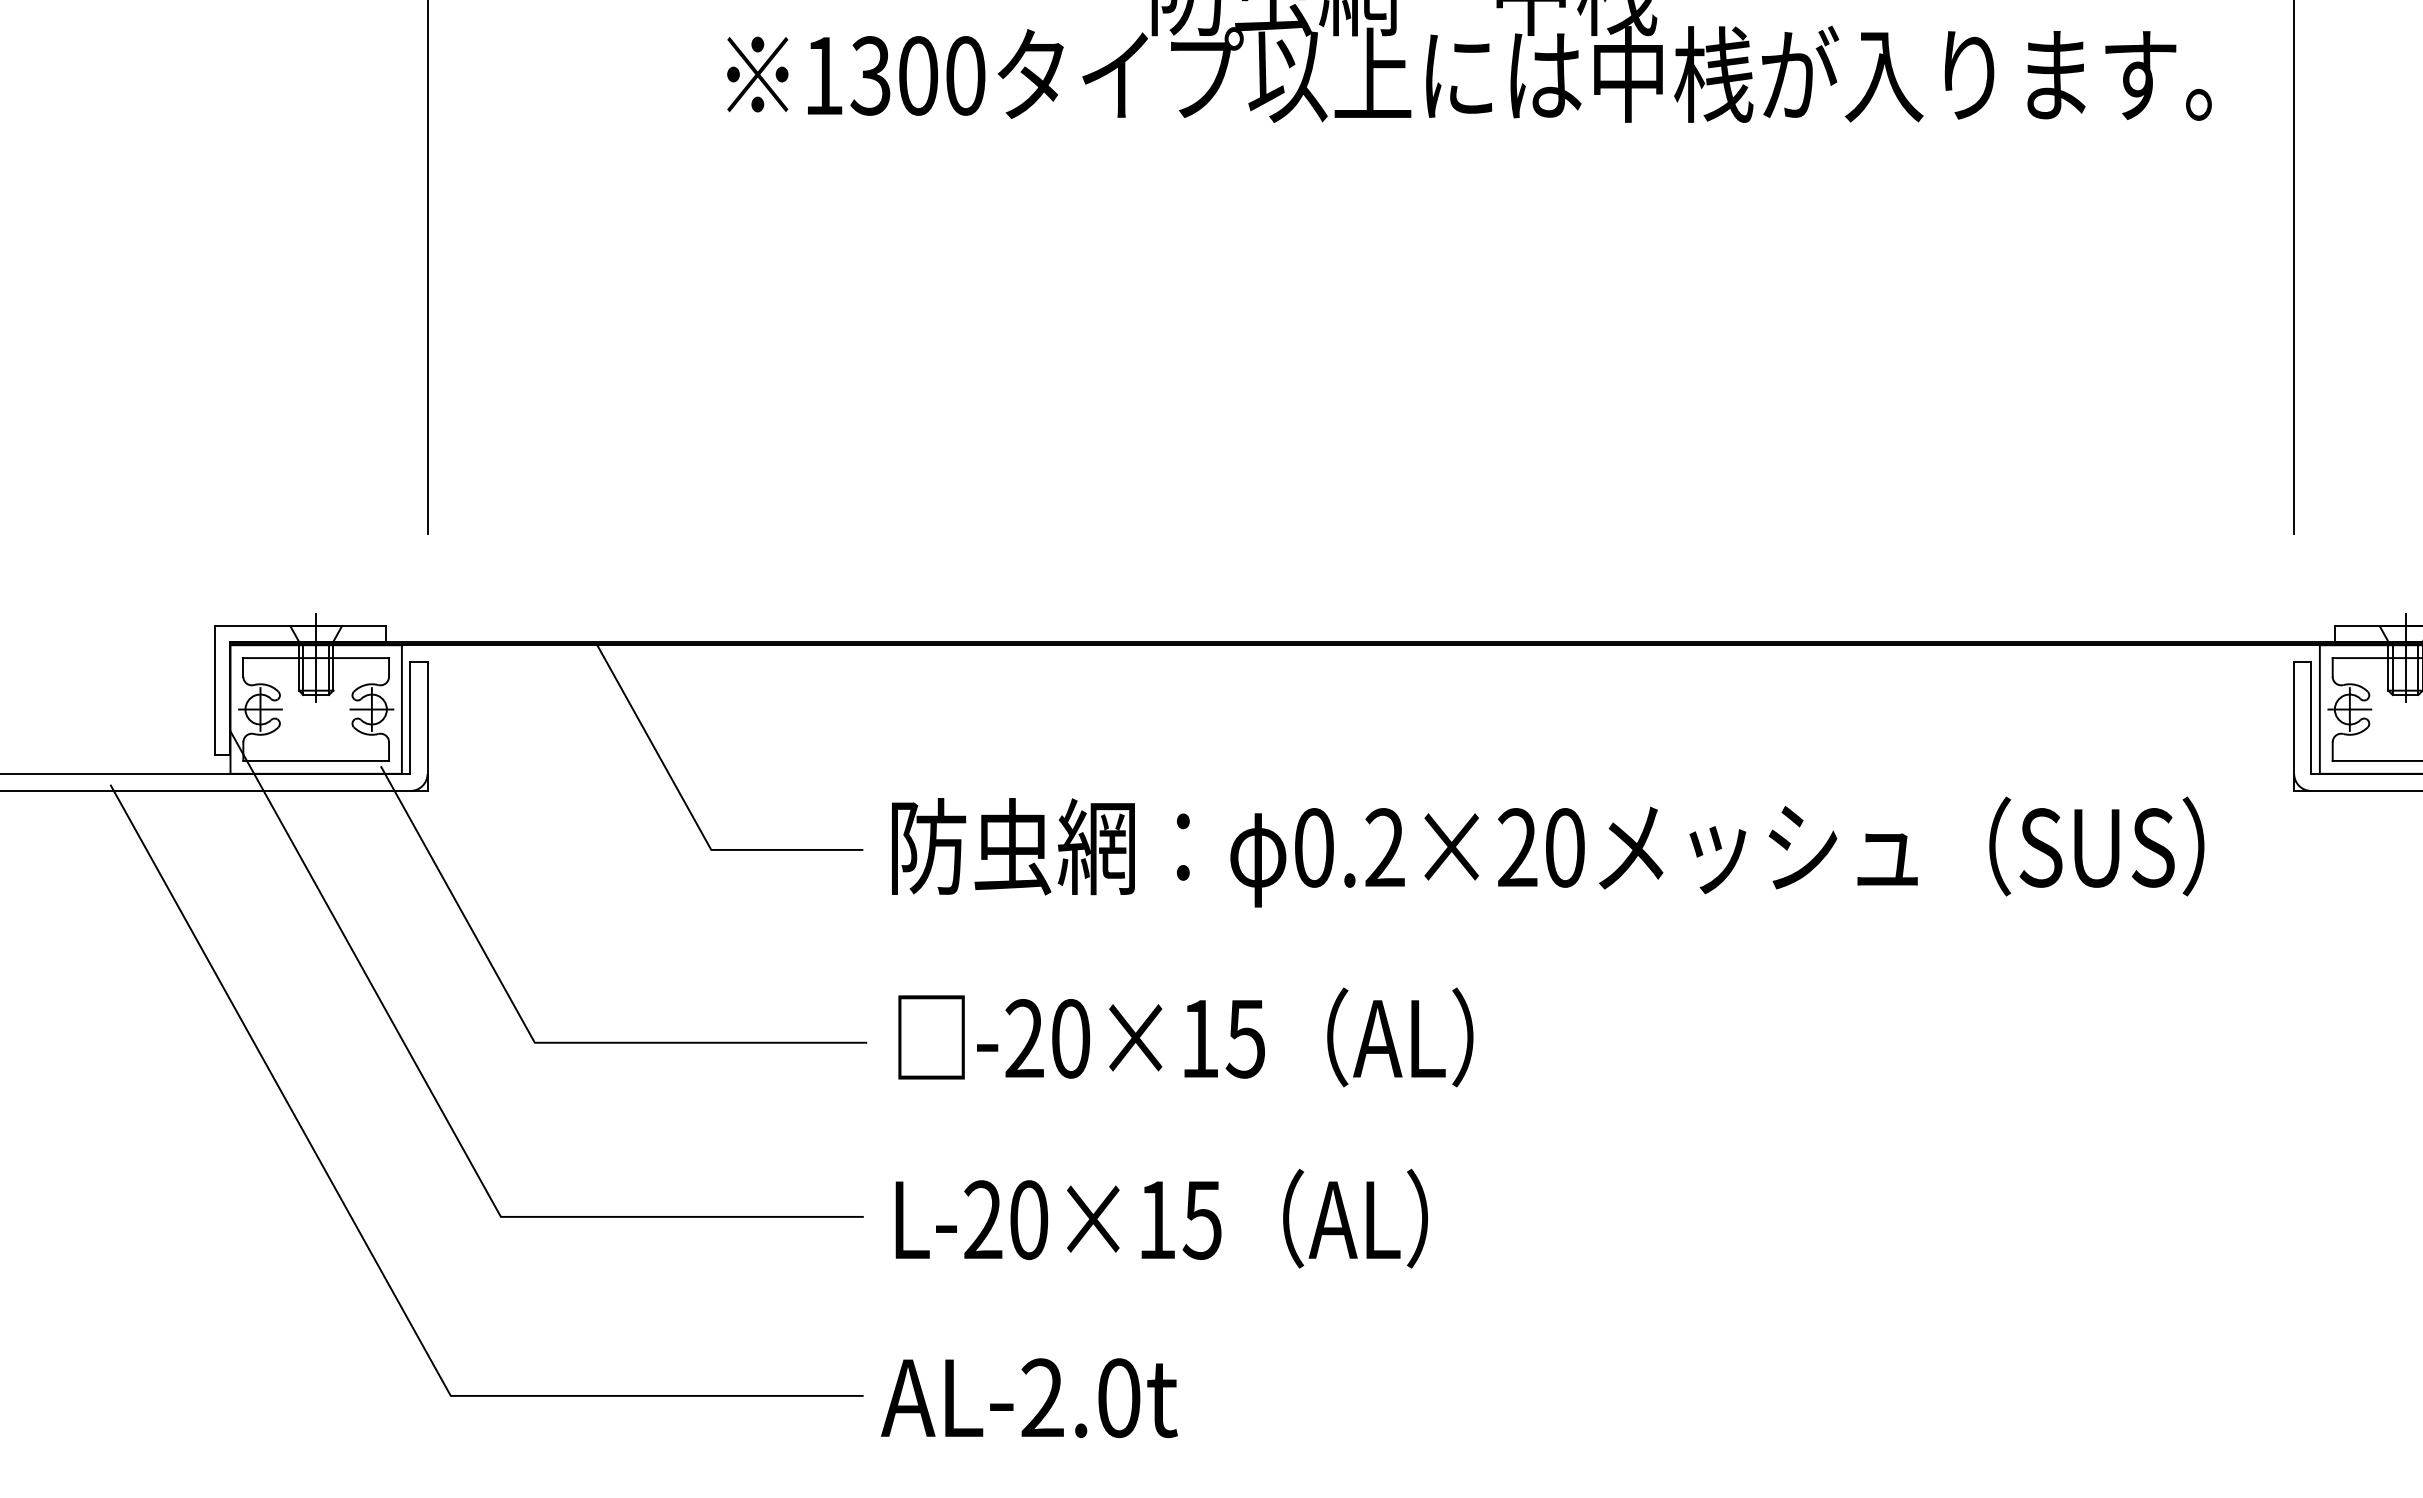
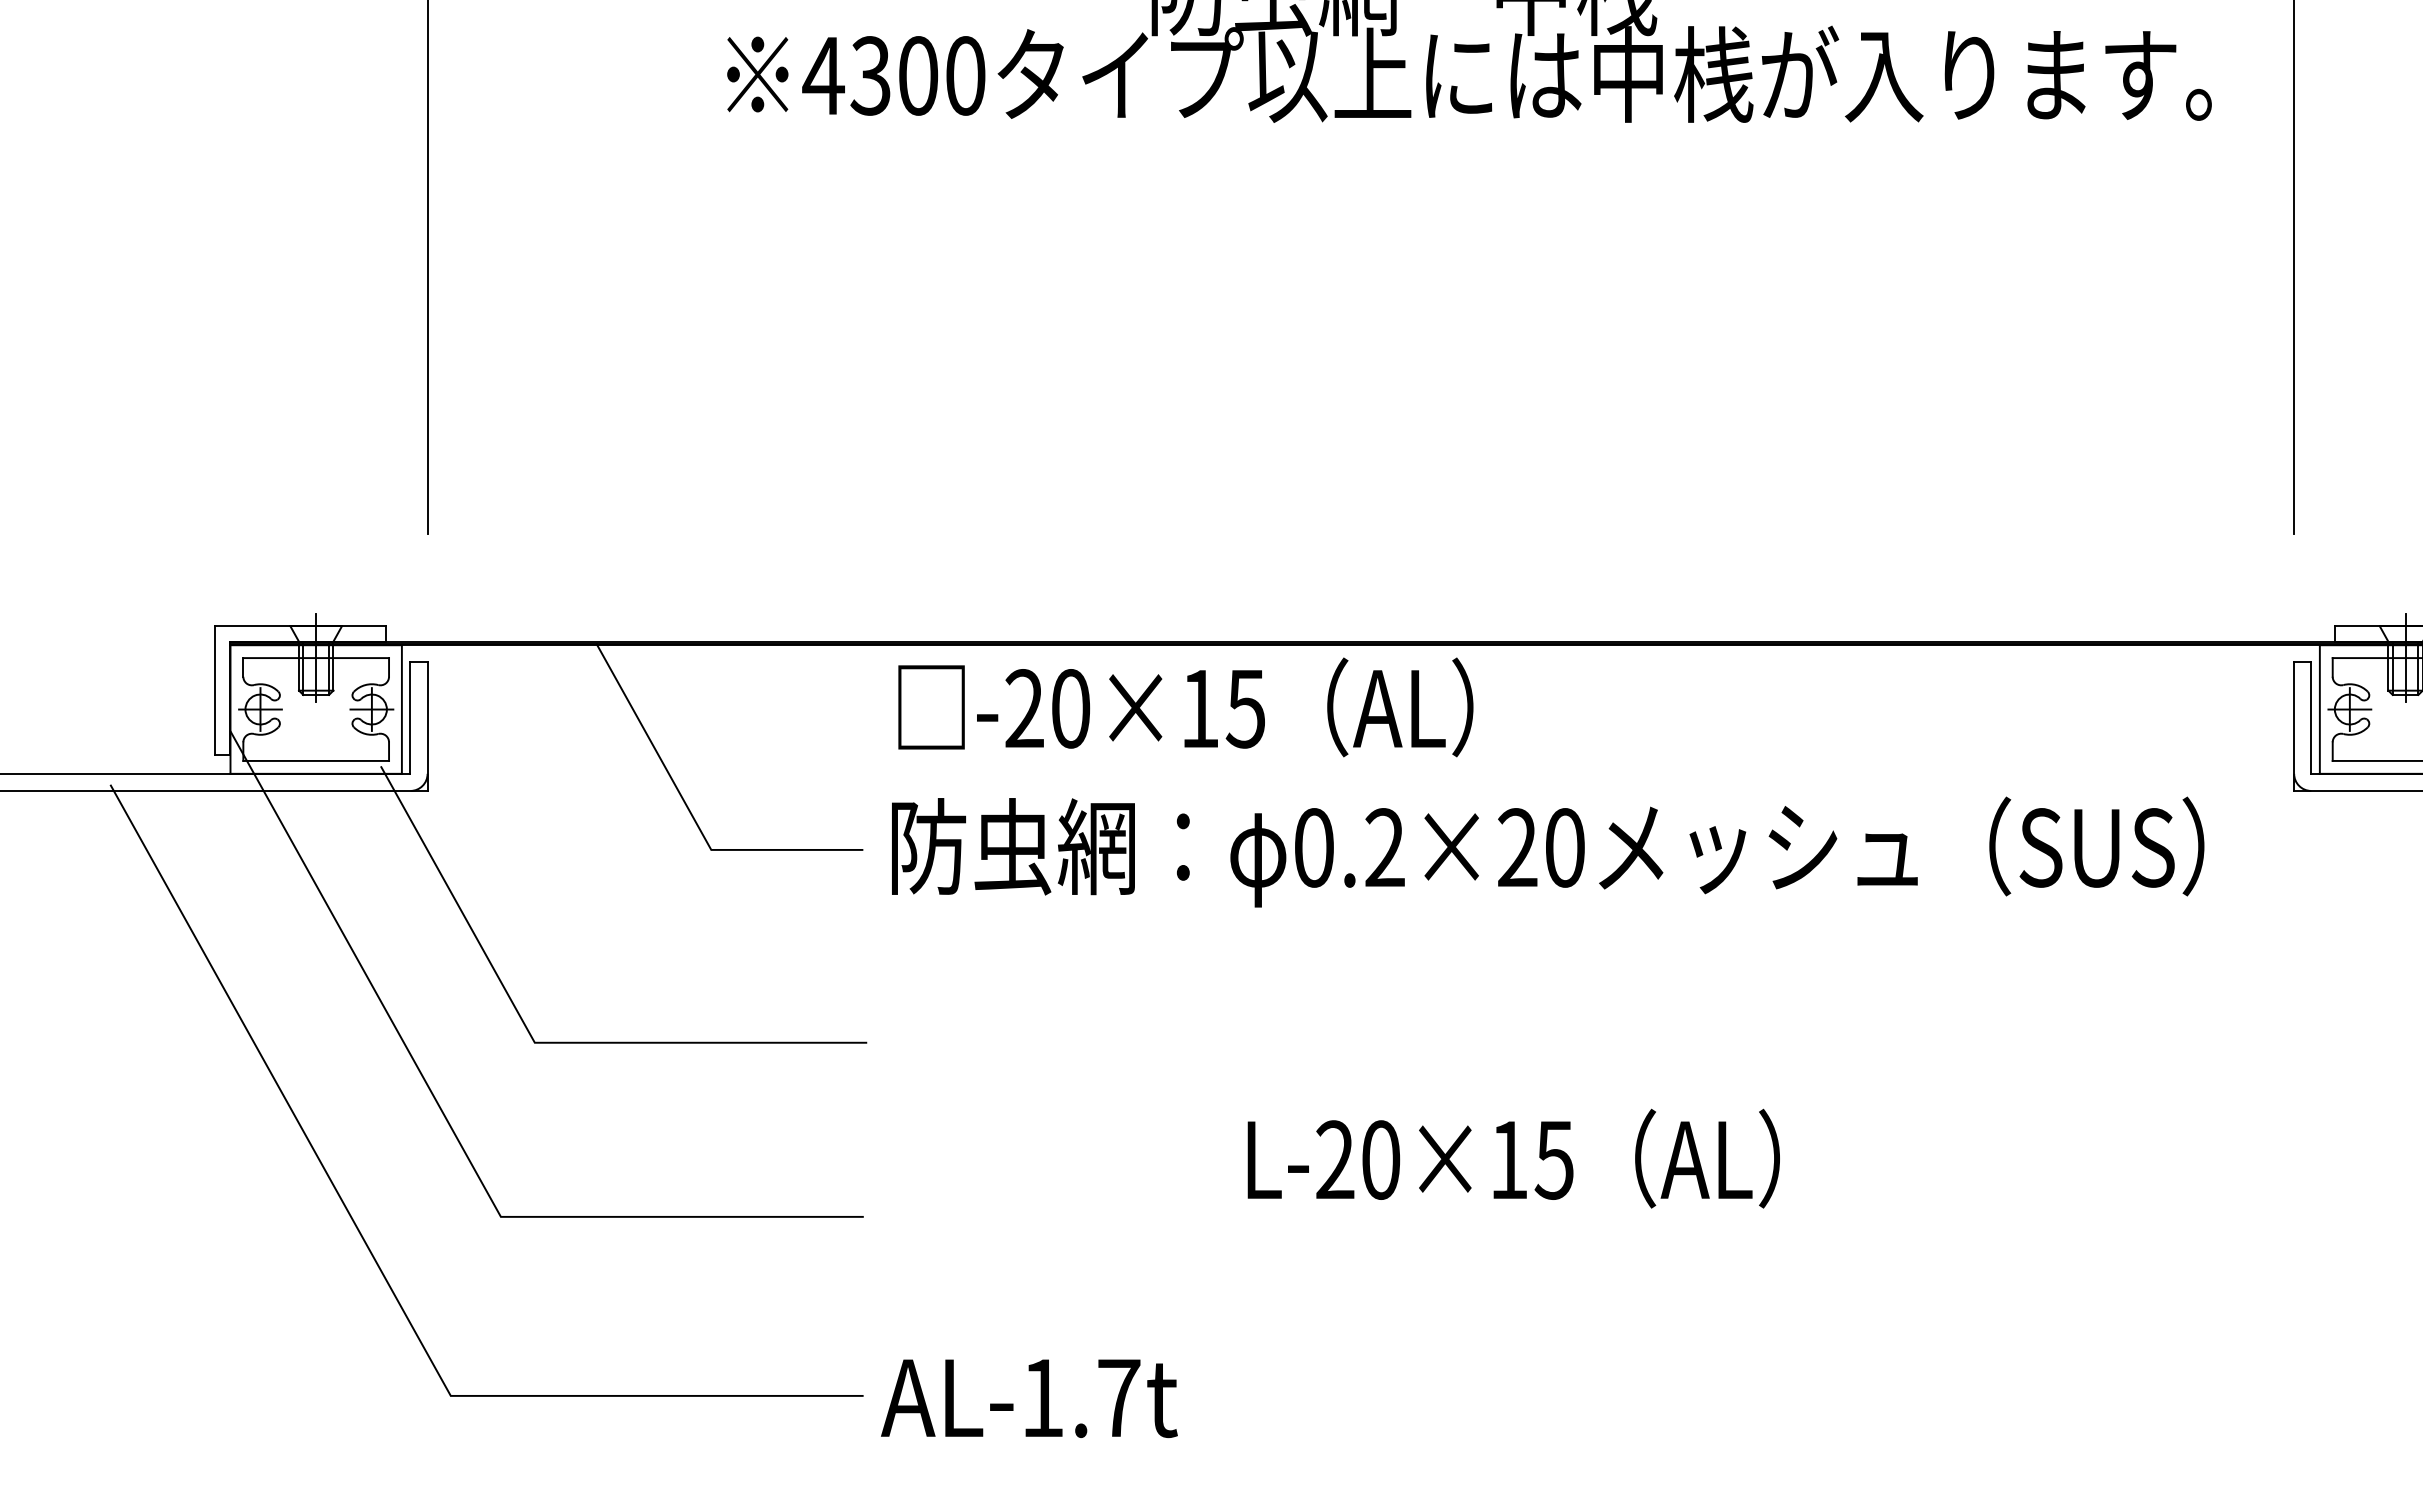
text at (823, 75): 1300 -> 4300
text at (1185, 1037) position: (1185, 1037) -> (1185, 707)
text at (1161, 1218) position: (1161, 1218) -> (1513, 1158)
text at (1080, 1398): AL-2.0t -> AL-1.7t
